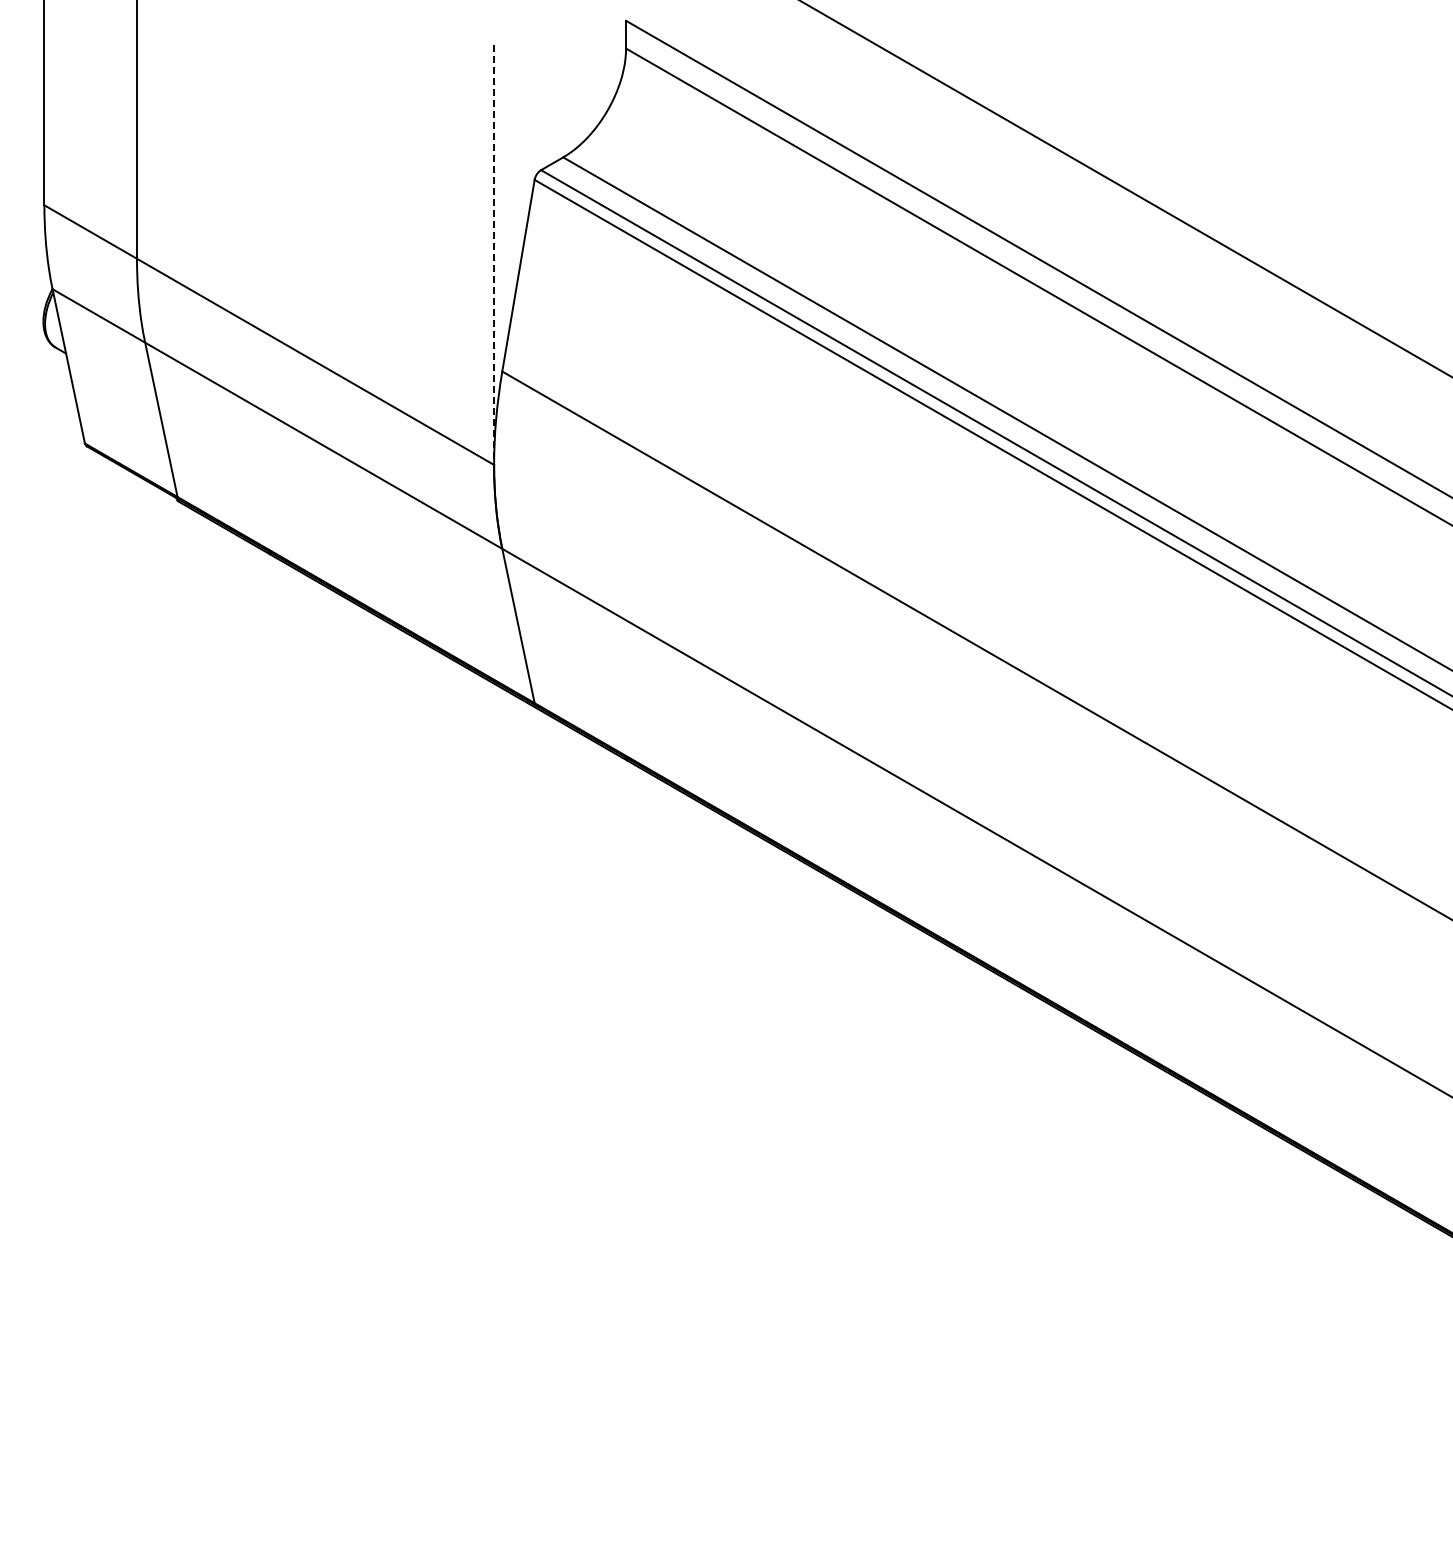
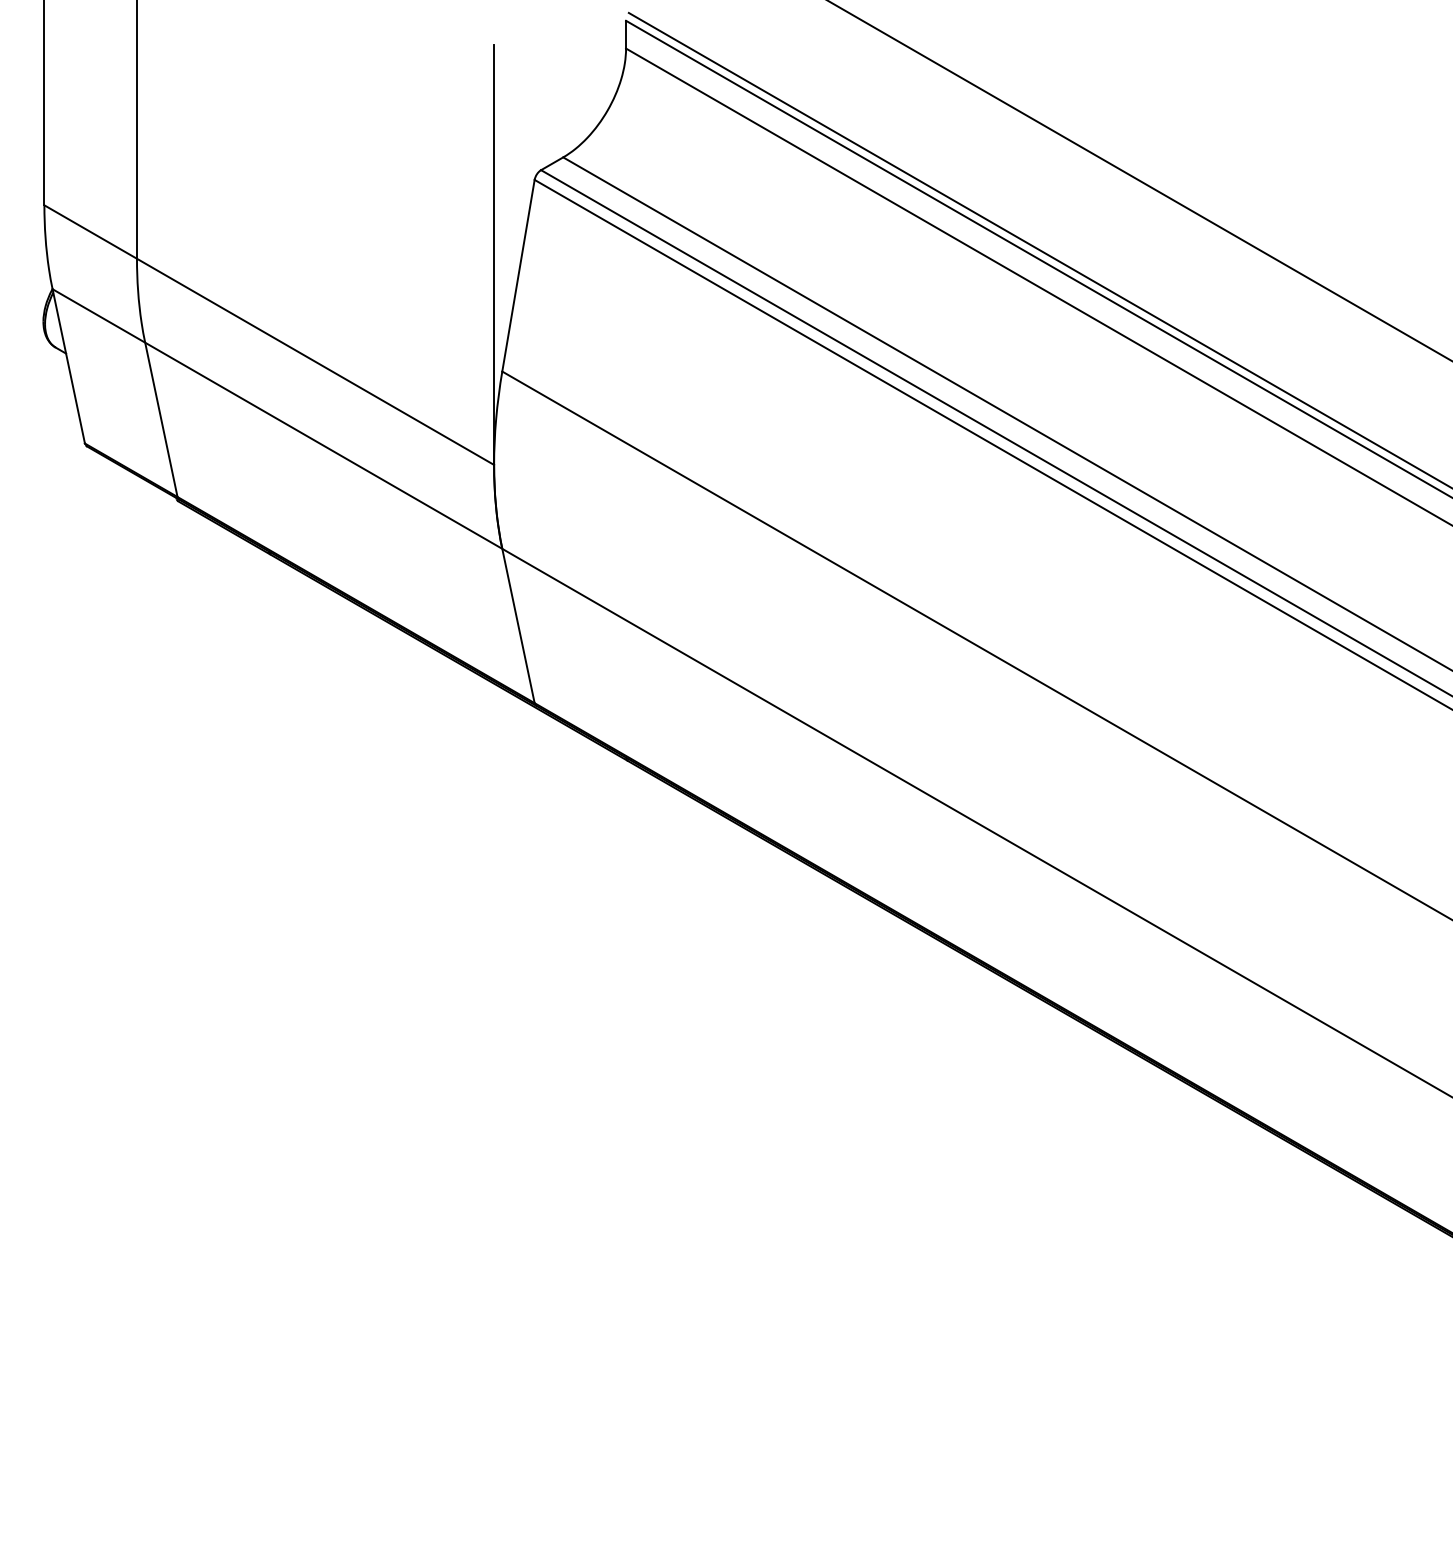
line at (1125, 188) position: (1125, 188) -> (1139, 180)
line at (1038, 249): none -> present
line at (494, 255): dashed -> solid
